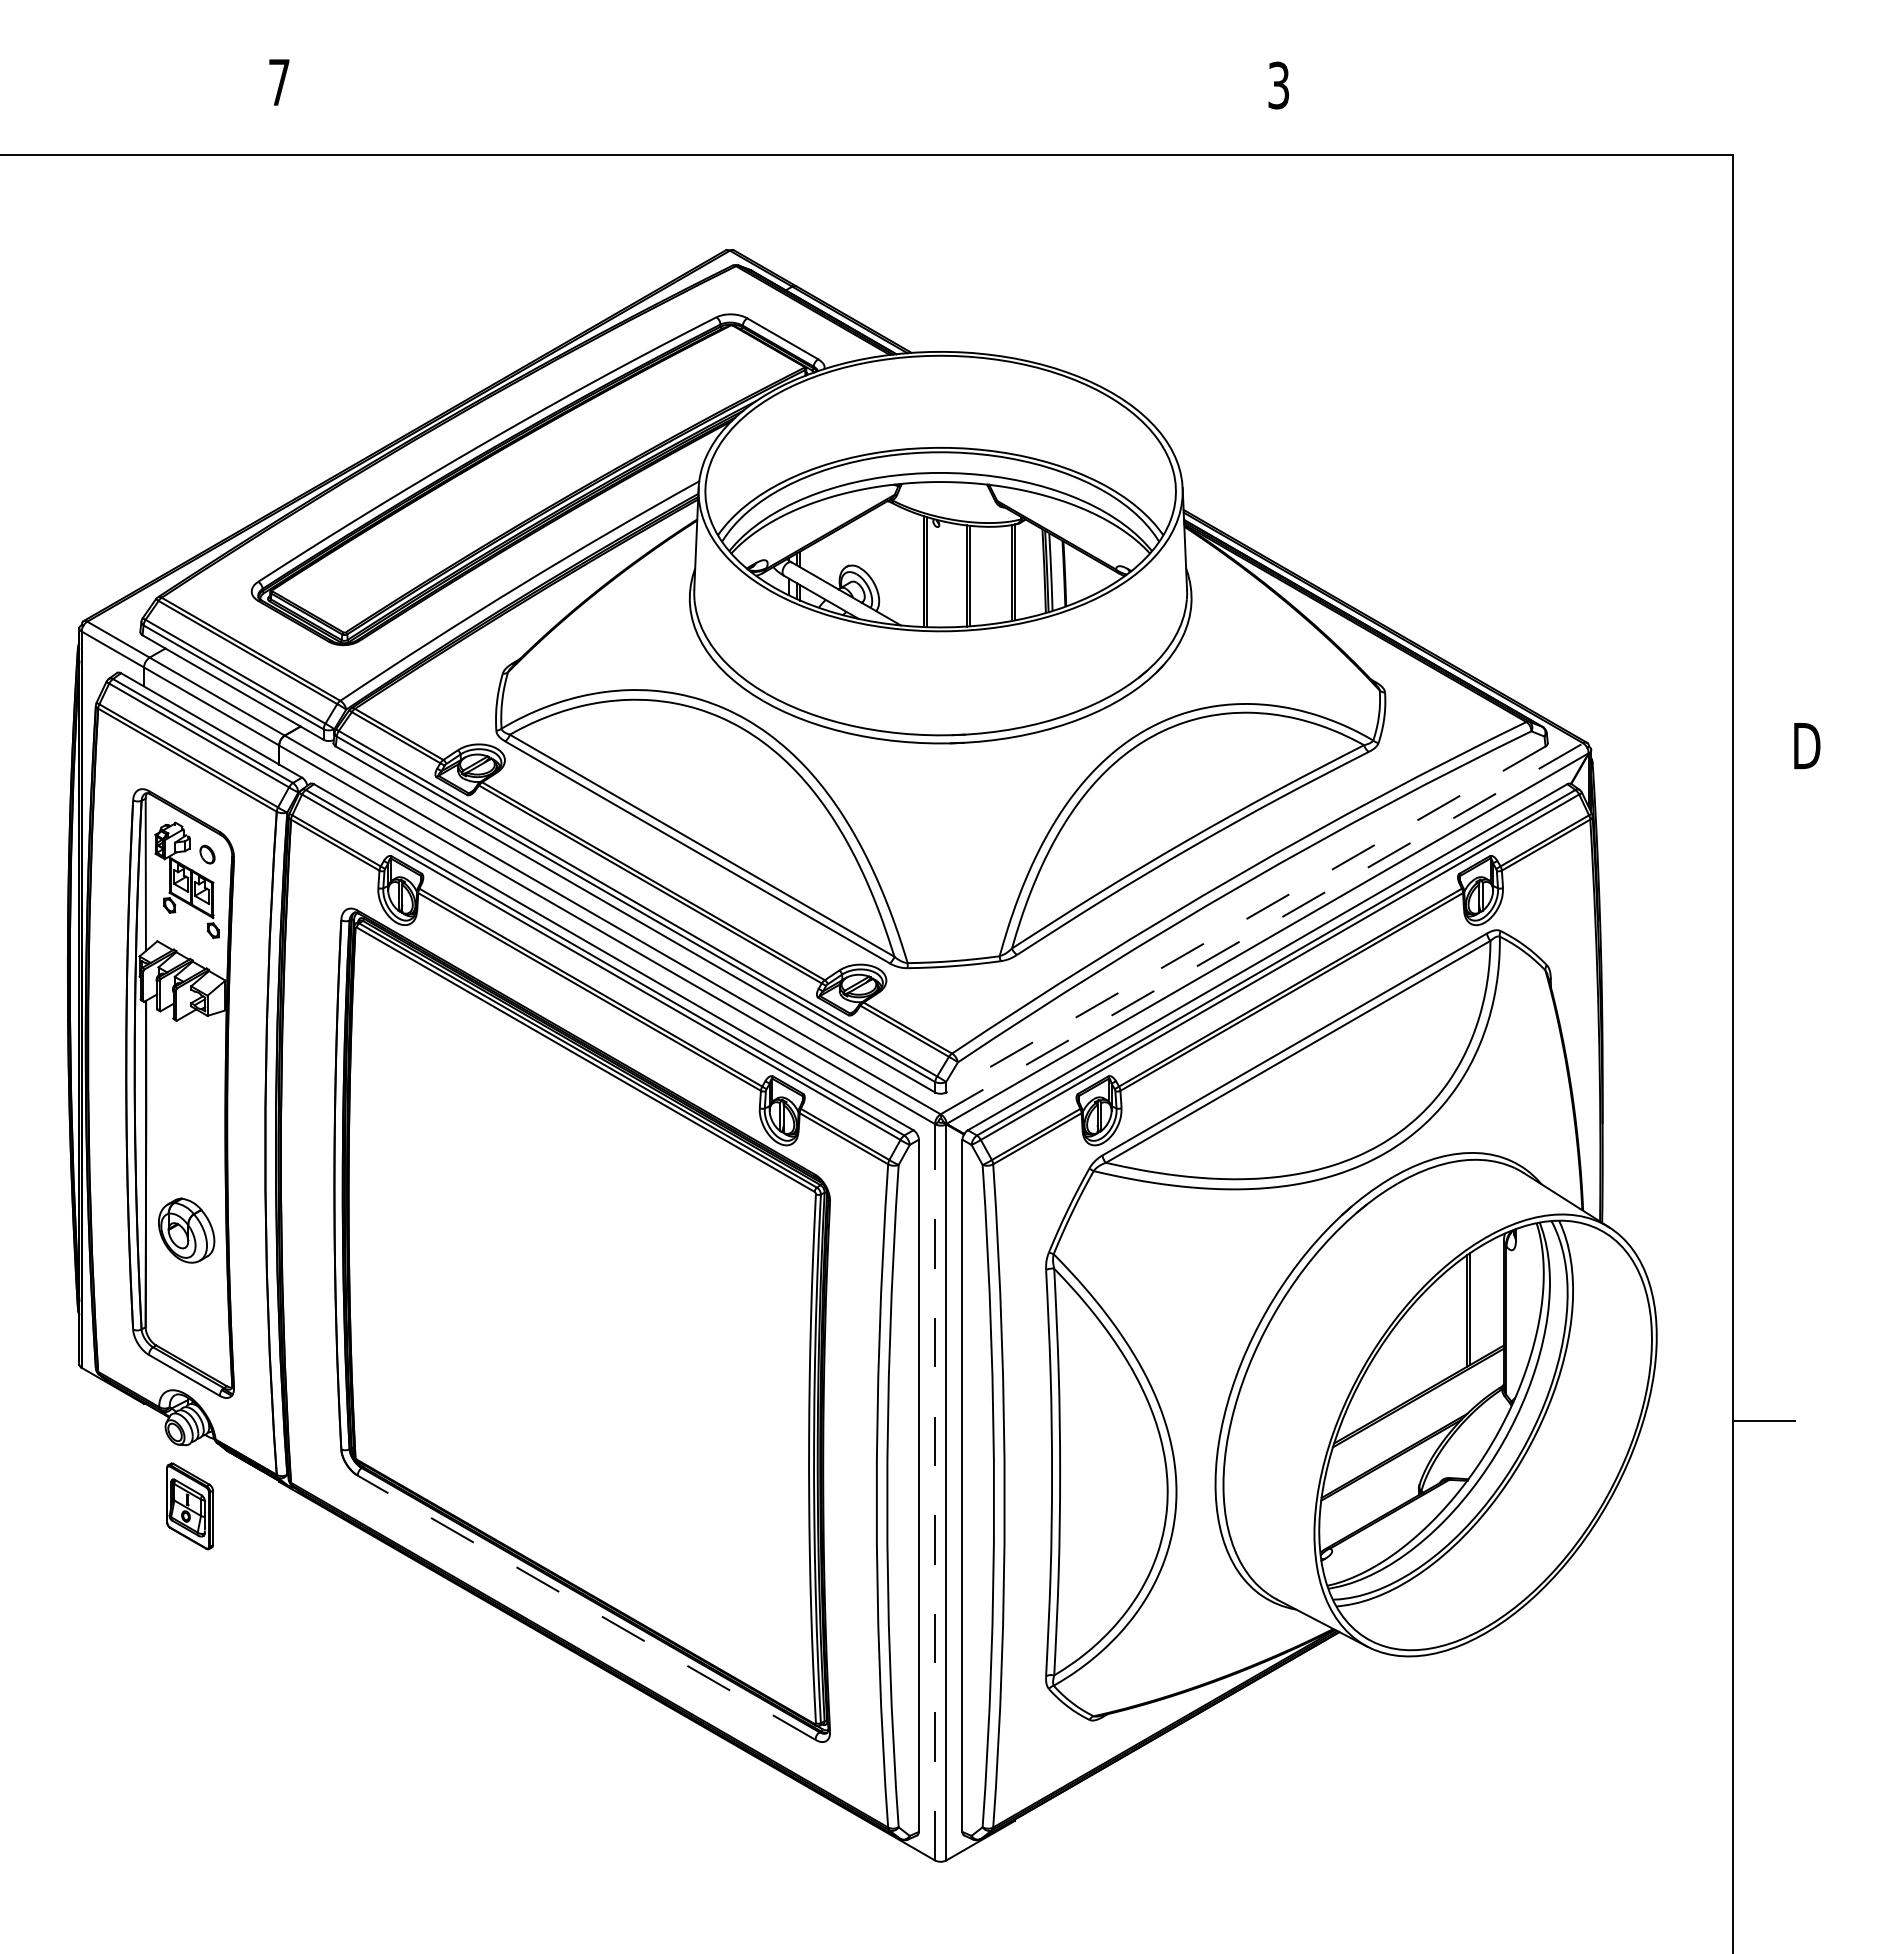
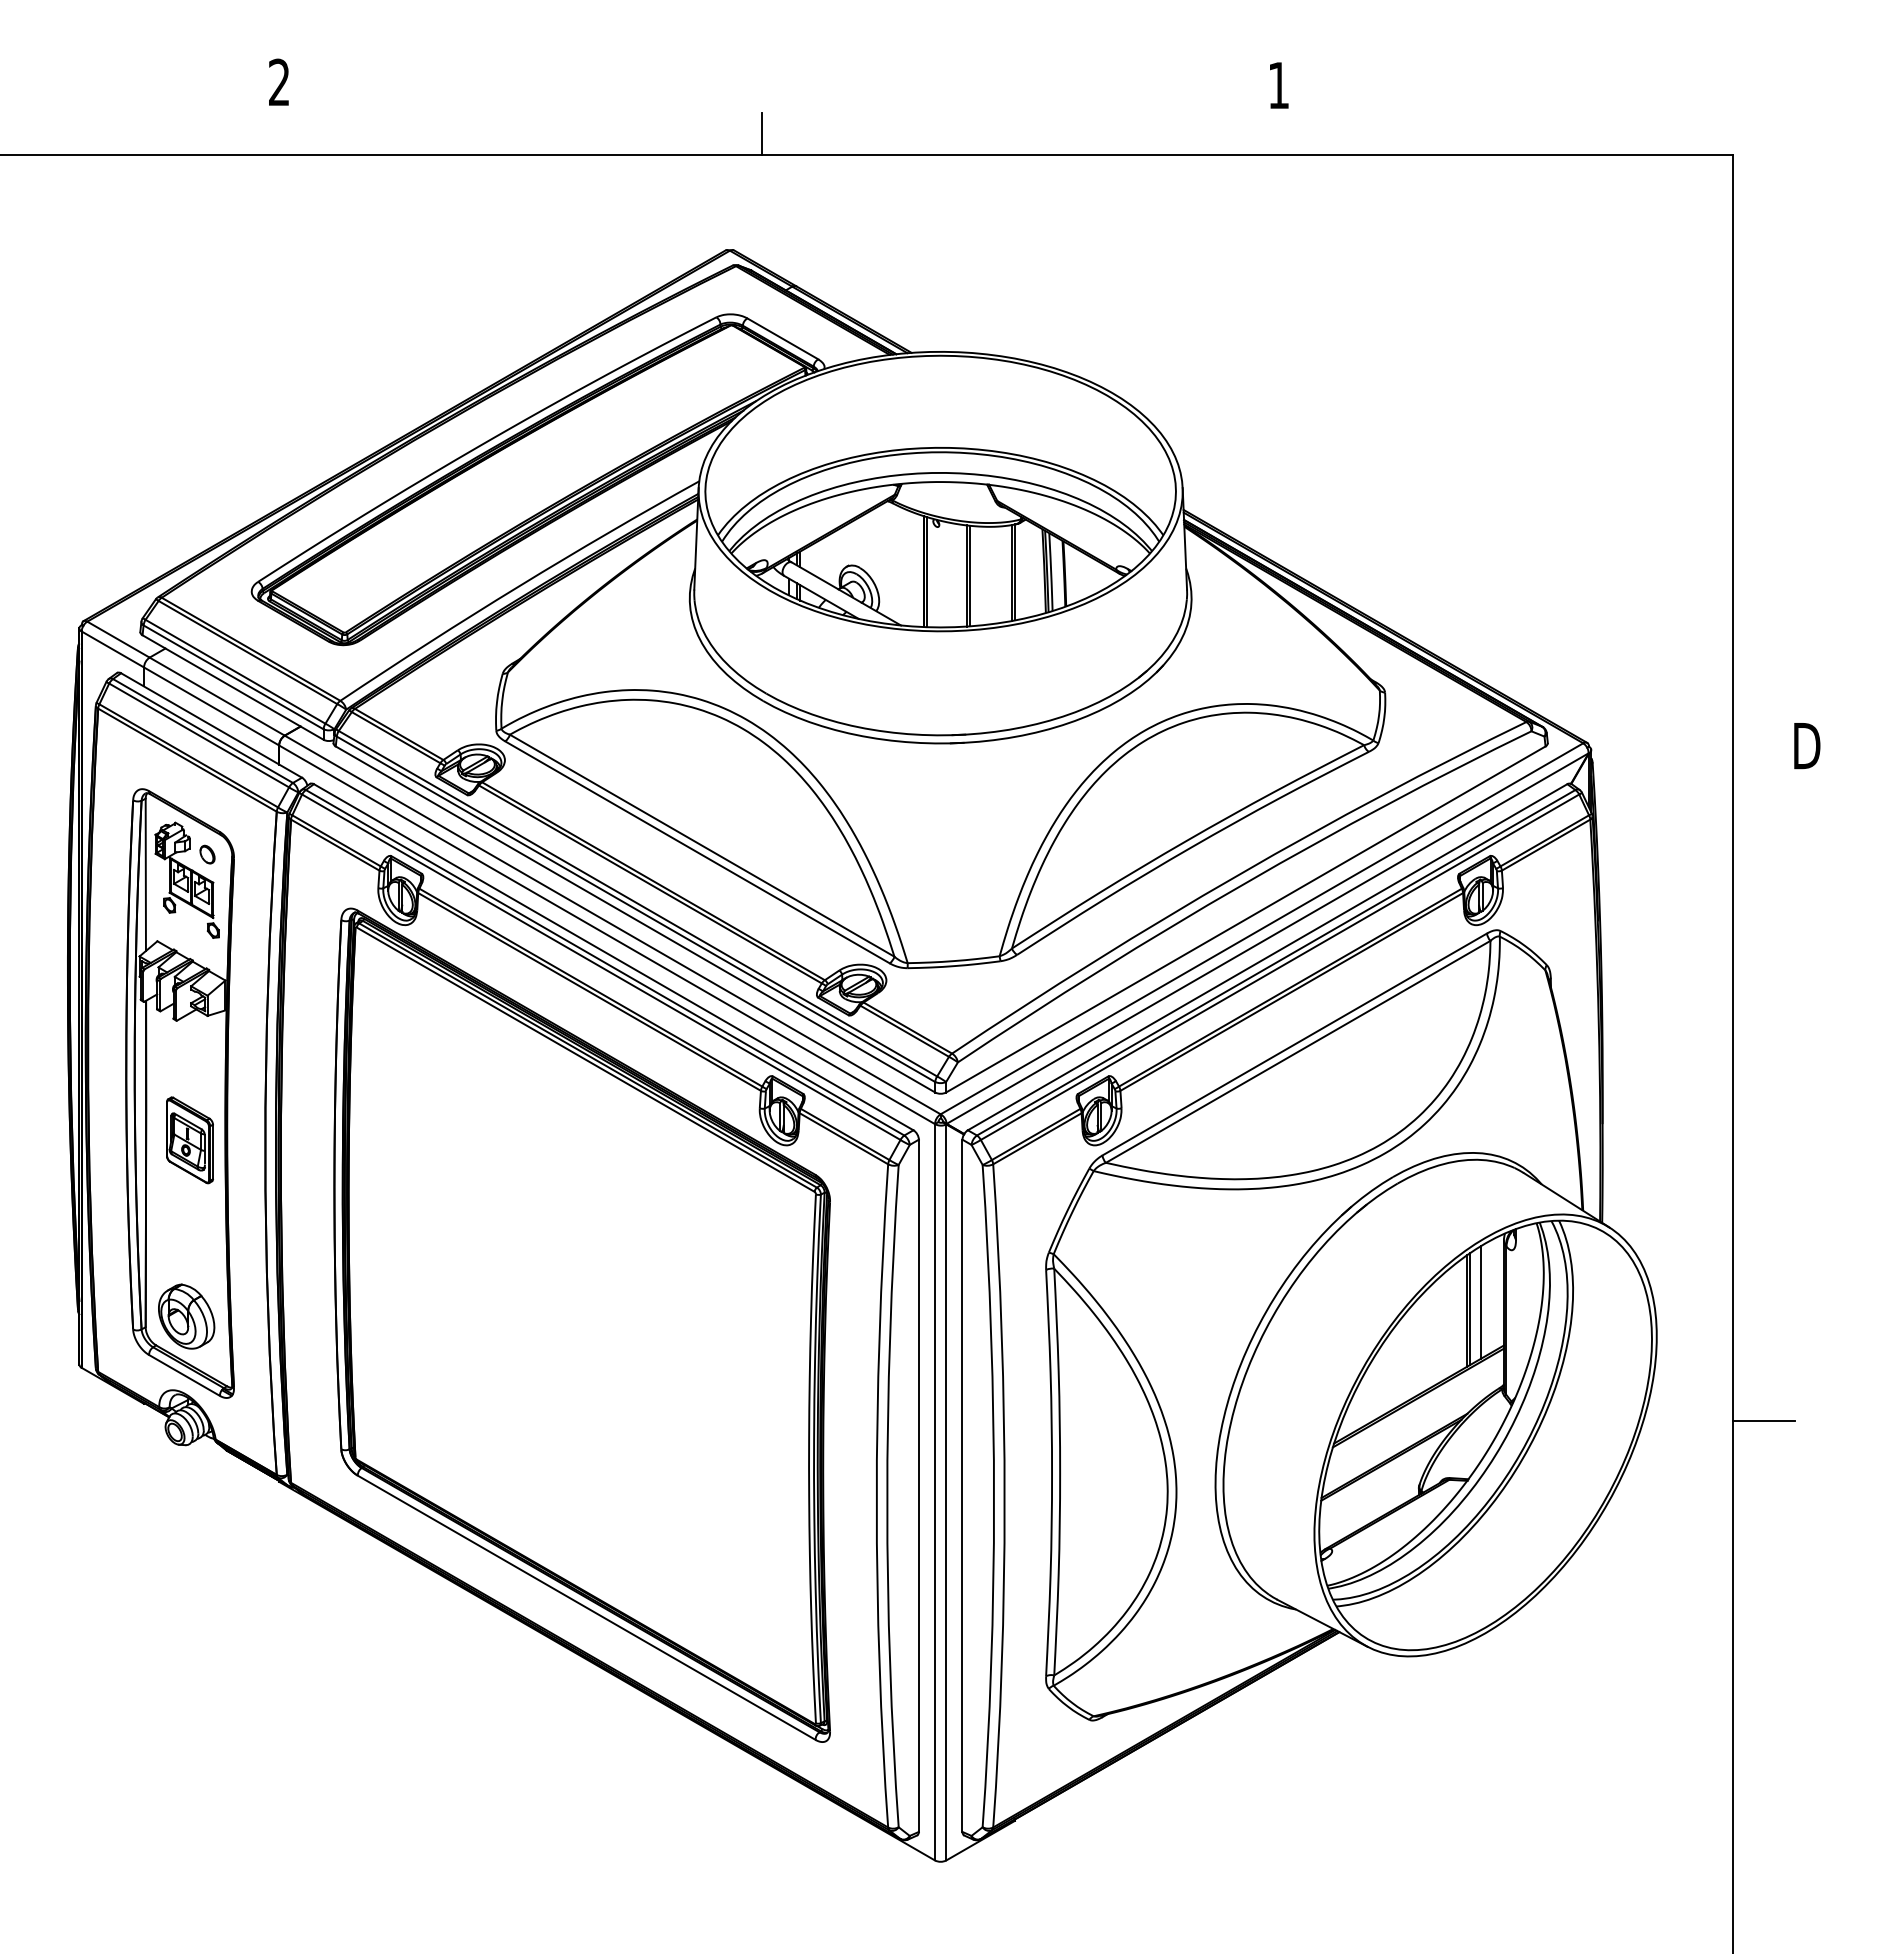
text at (279, 81): 7 -> 2
text at (1278, 85): 3 -> 1
line at (762, 134): none -> present
line at (1245, 919): dashed -> solid
line at (1262, 928): dashed -> solid
part at (186, 1230) position: (186, 1230) -> (186, 1316)
line at (1480, 1302): none -> present
line at (934, 1491): dashed -> solid
part at (189, 1506) position: (189, 1506) -> (189, 1140)
line at (586, 1607): dashed -> solid
